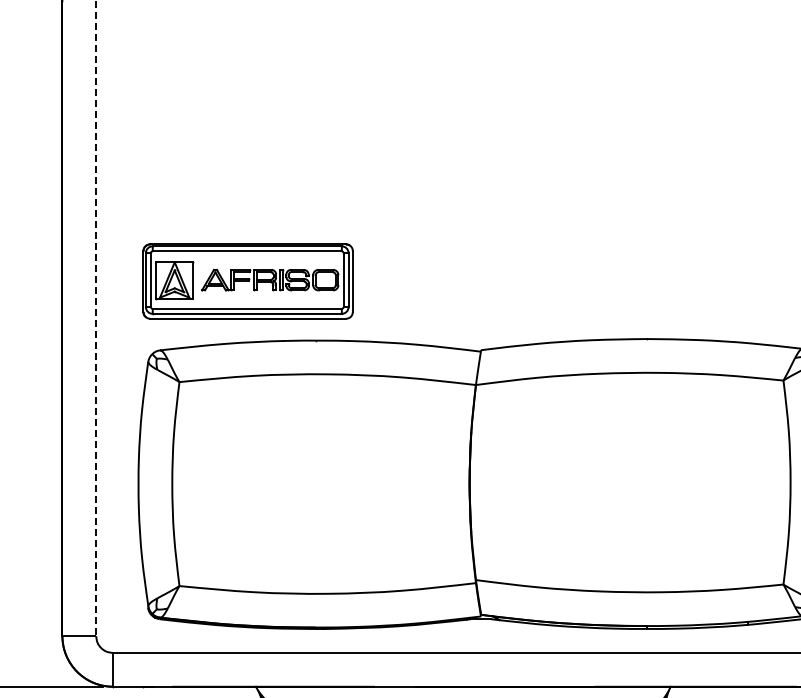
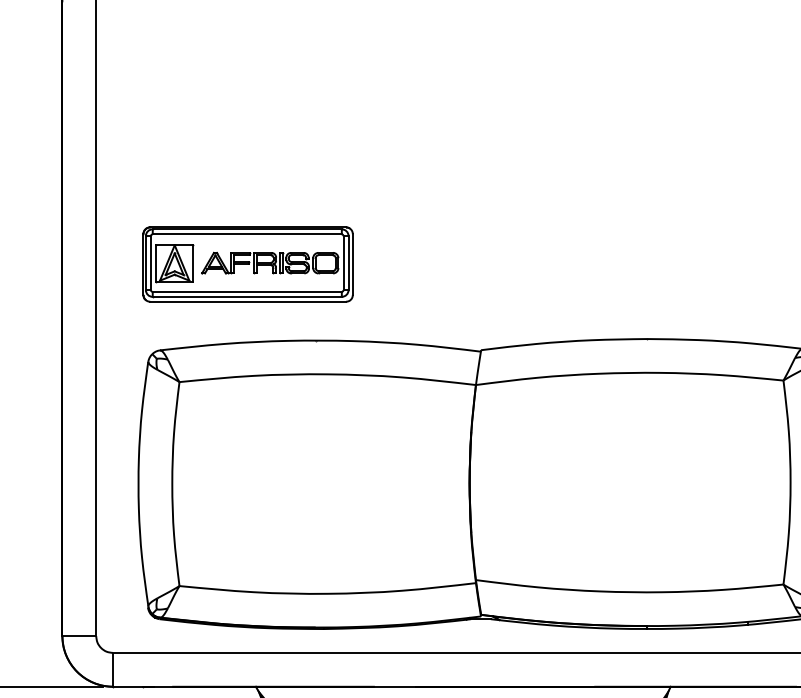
part at (247, 281) position: (247, 281) -> (247, 264)
line at (96, 318): dashed -> solid
